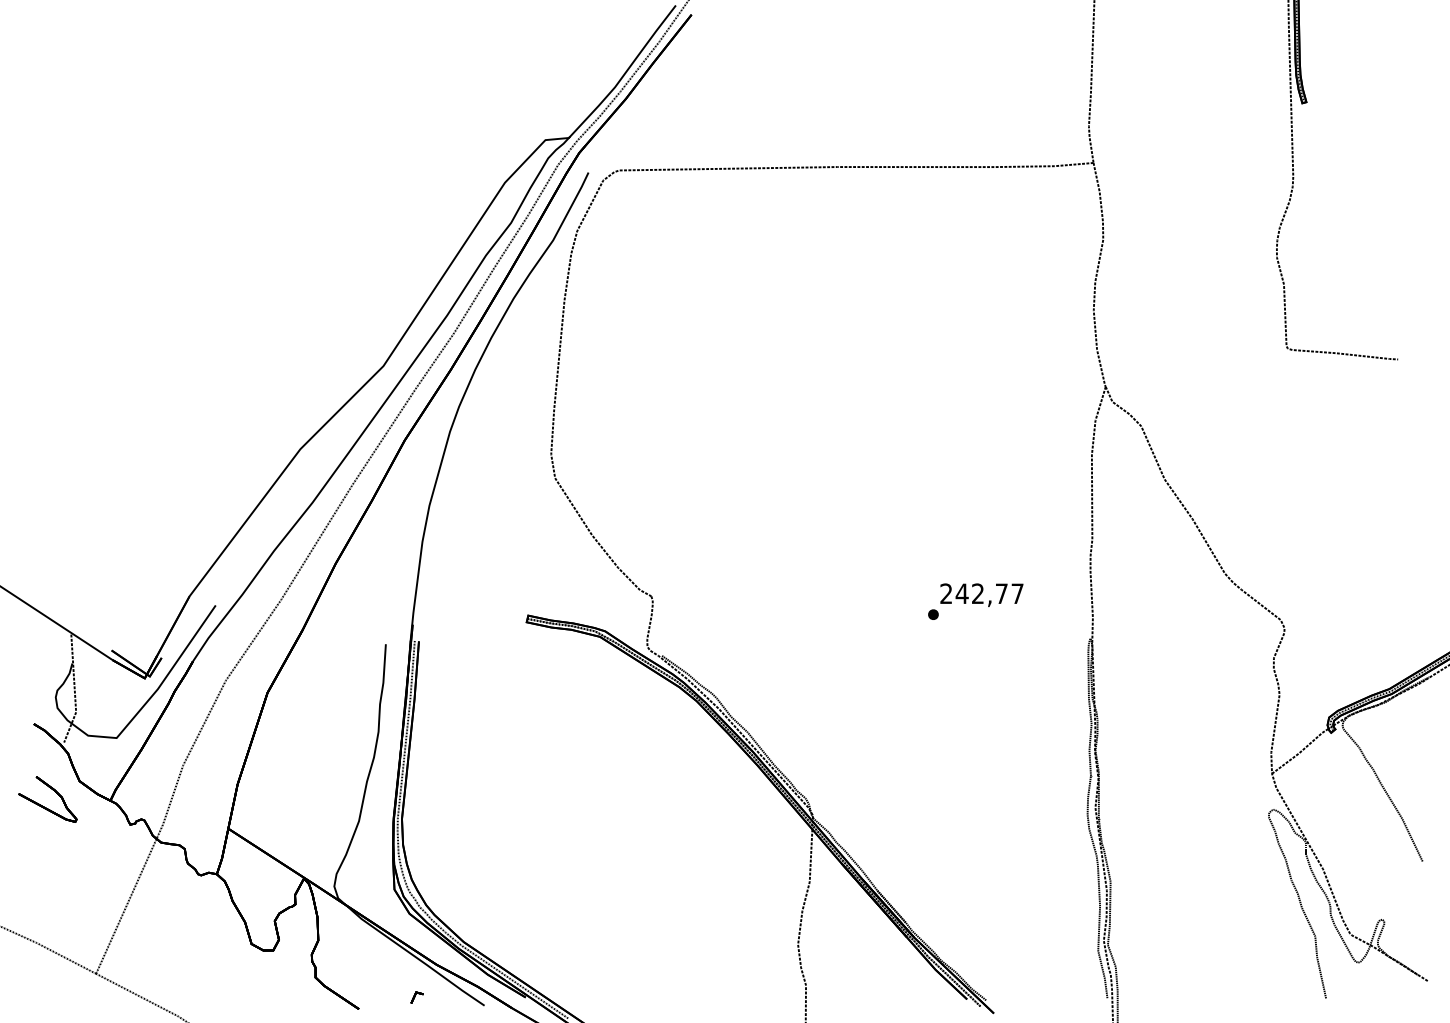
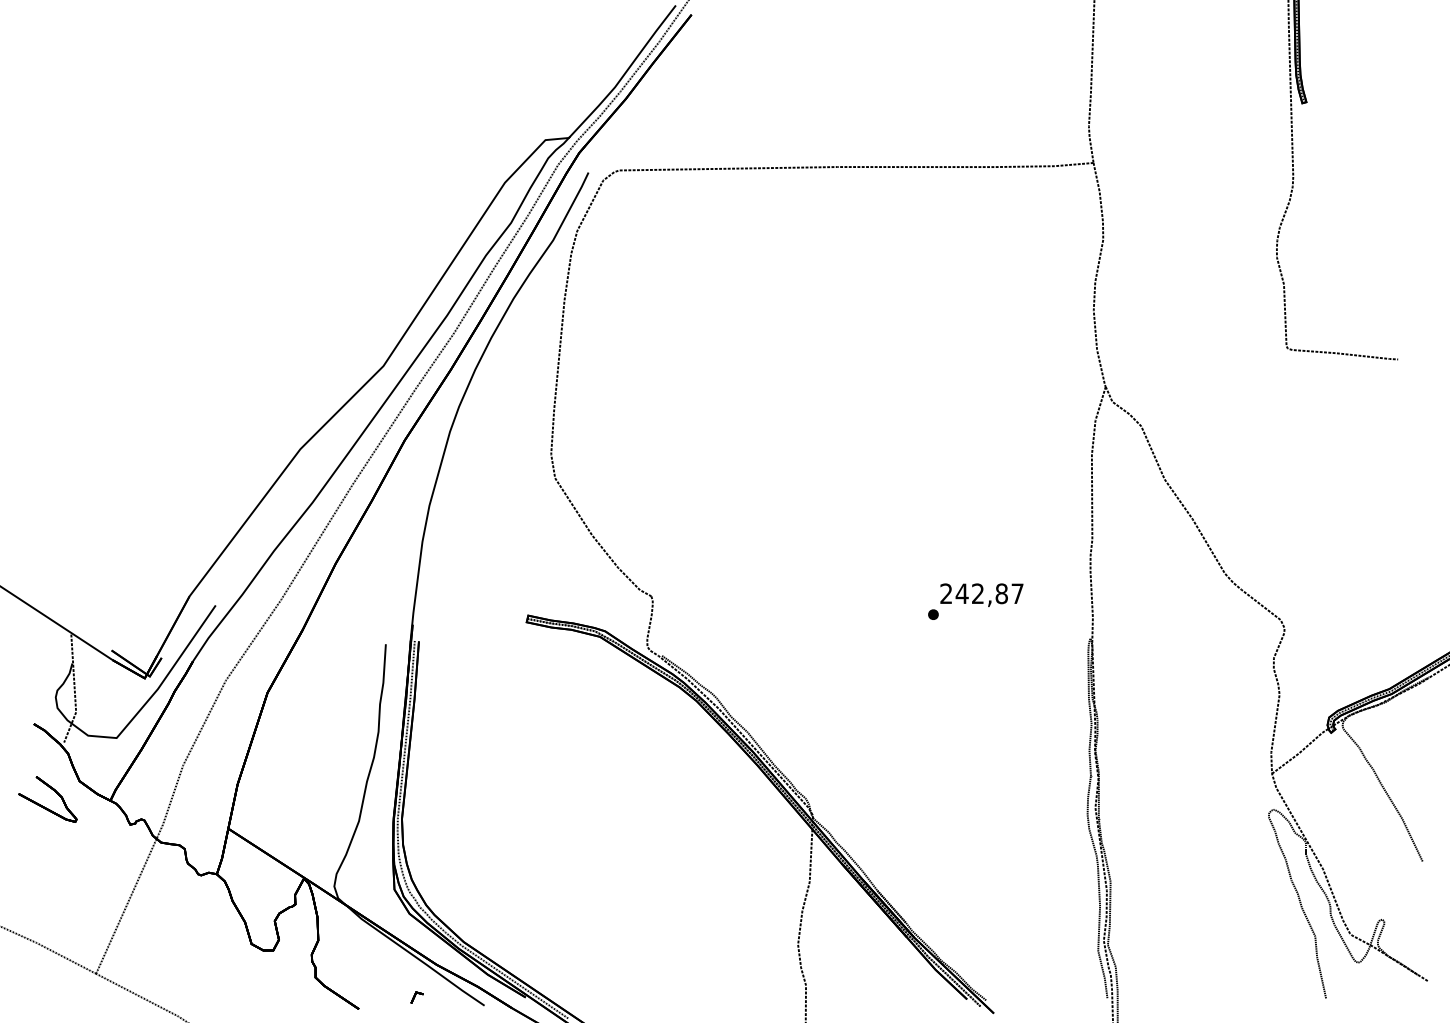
text at (1001, 593): 242,77 -> 242,87
